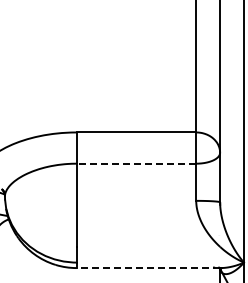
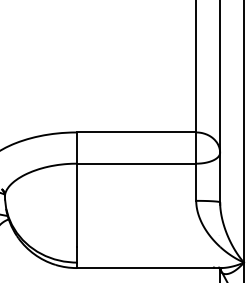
line at (136, 163): dashed -> solid
line at (148, 268): dashed -> solid
